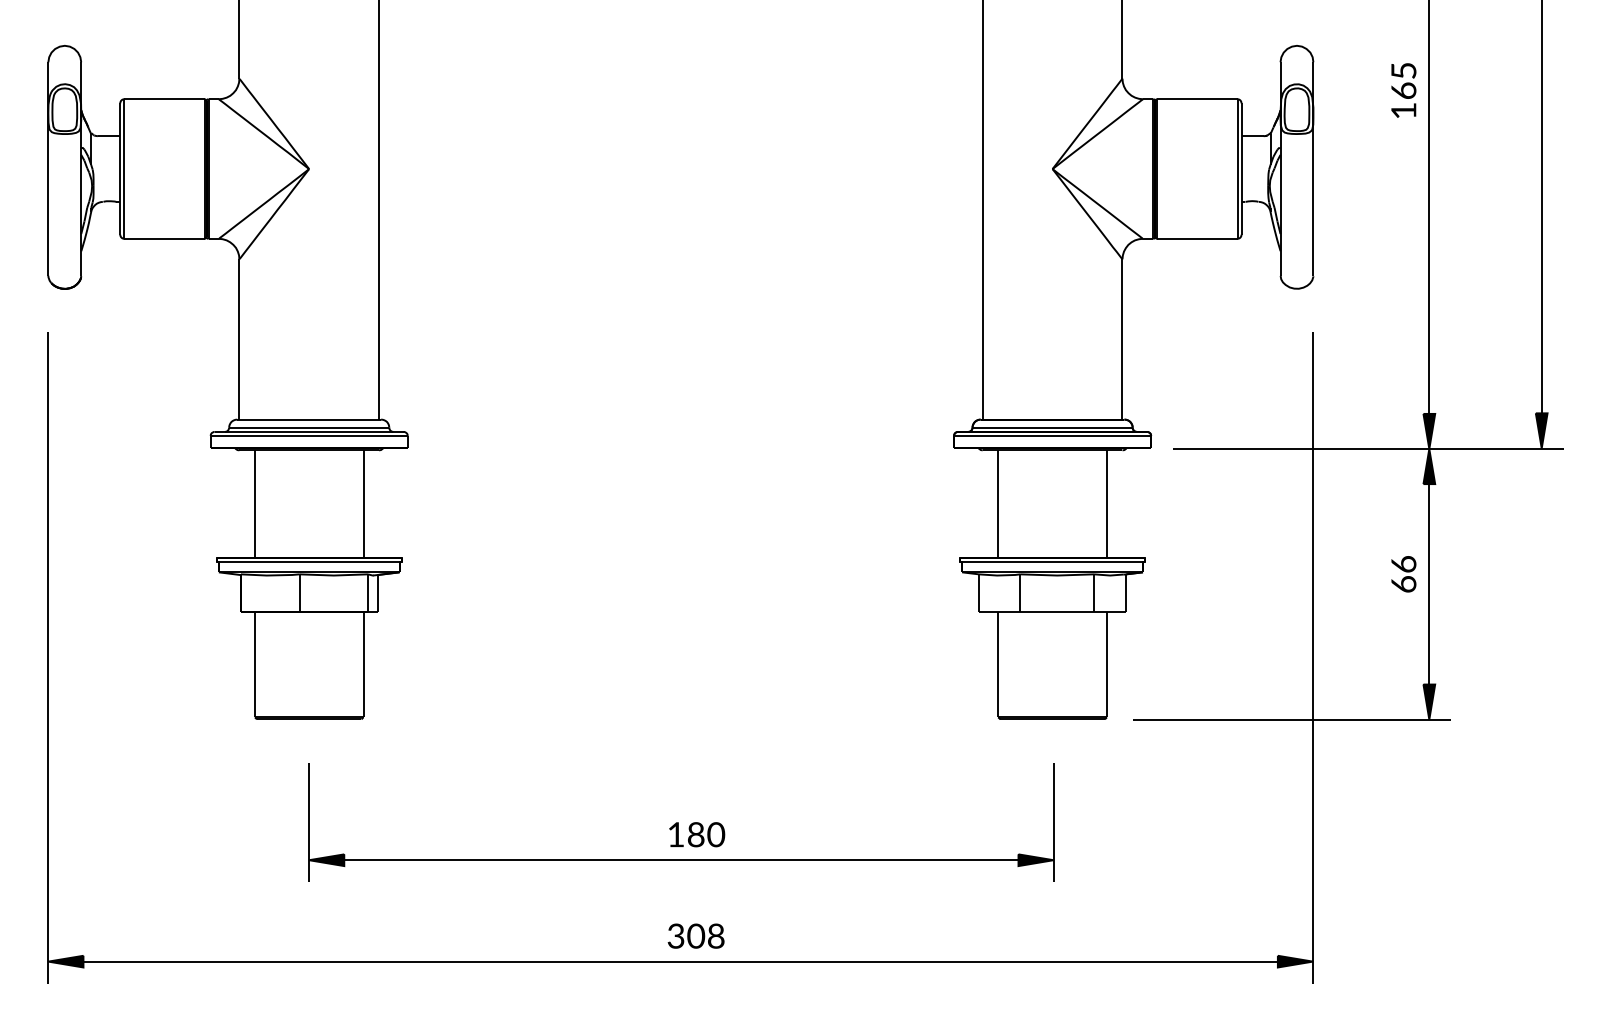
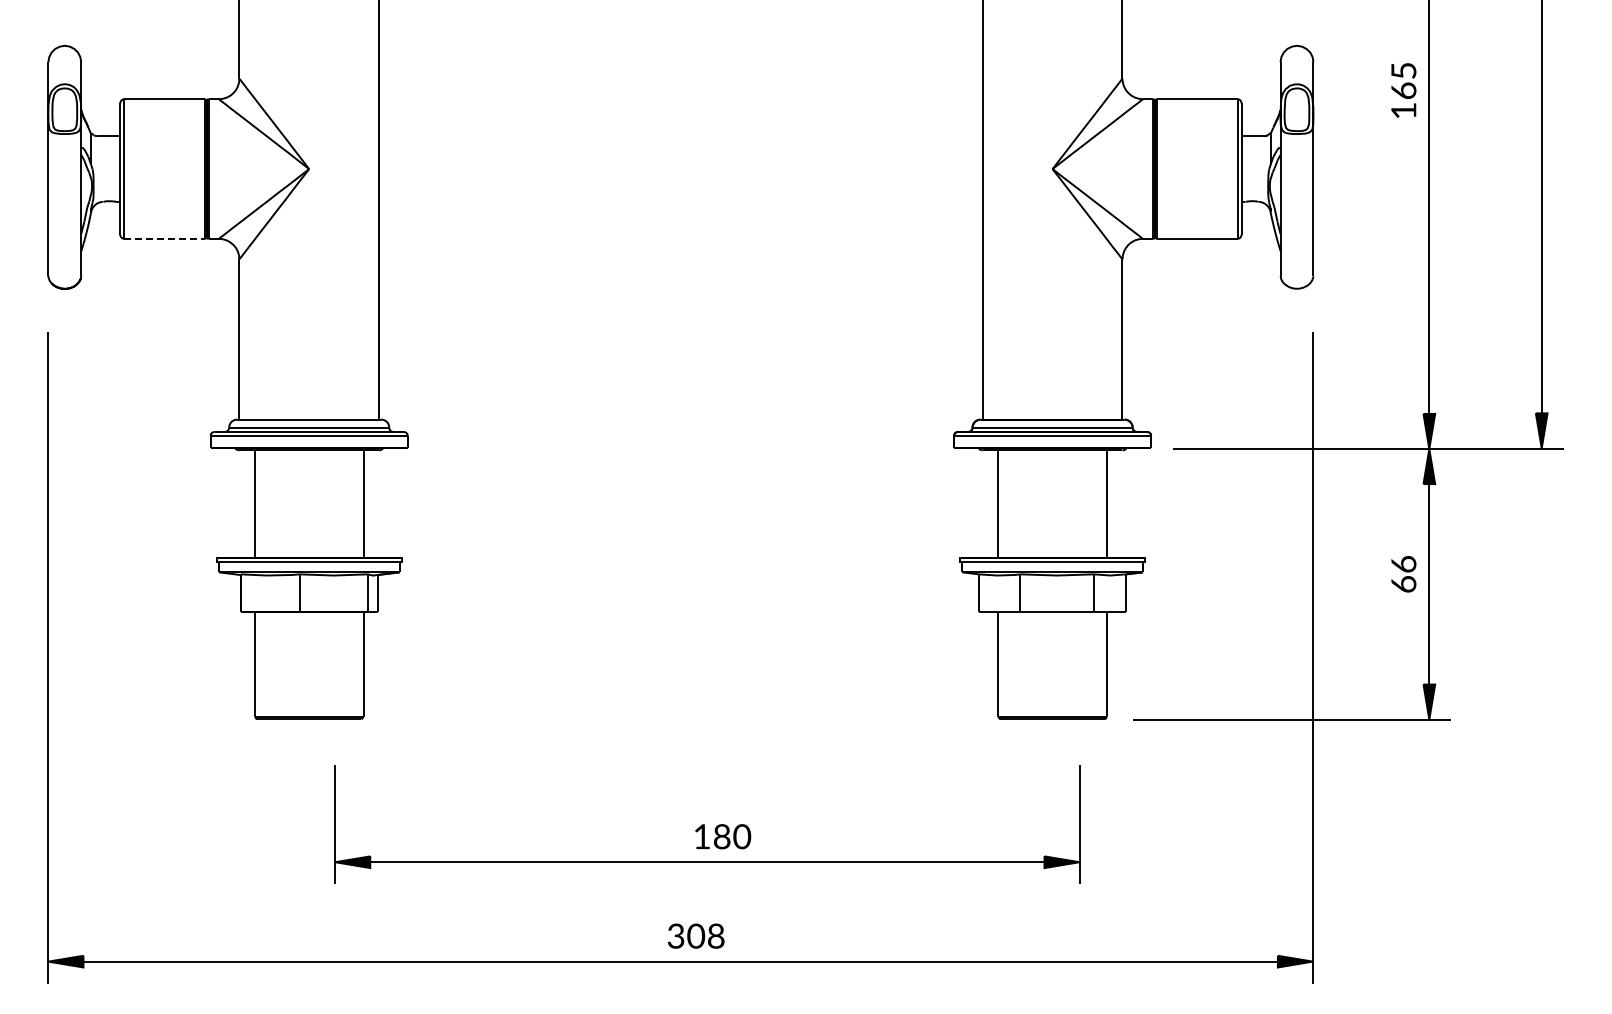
line at (164, 238): solid -> dashed
part at (681, 822) position: (681, 822) -> (707, 824)
